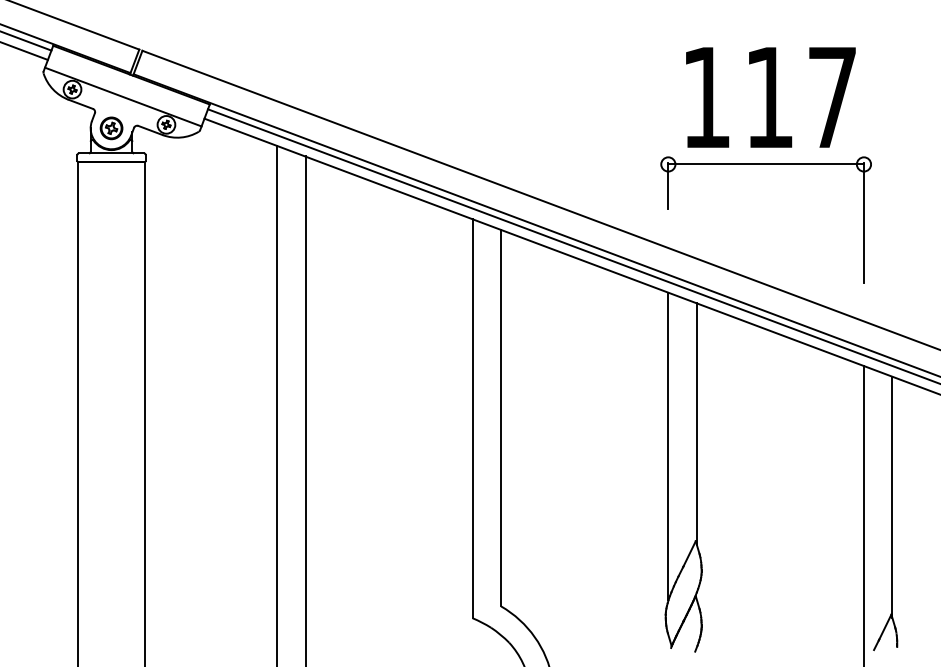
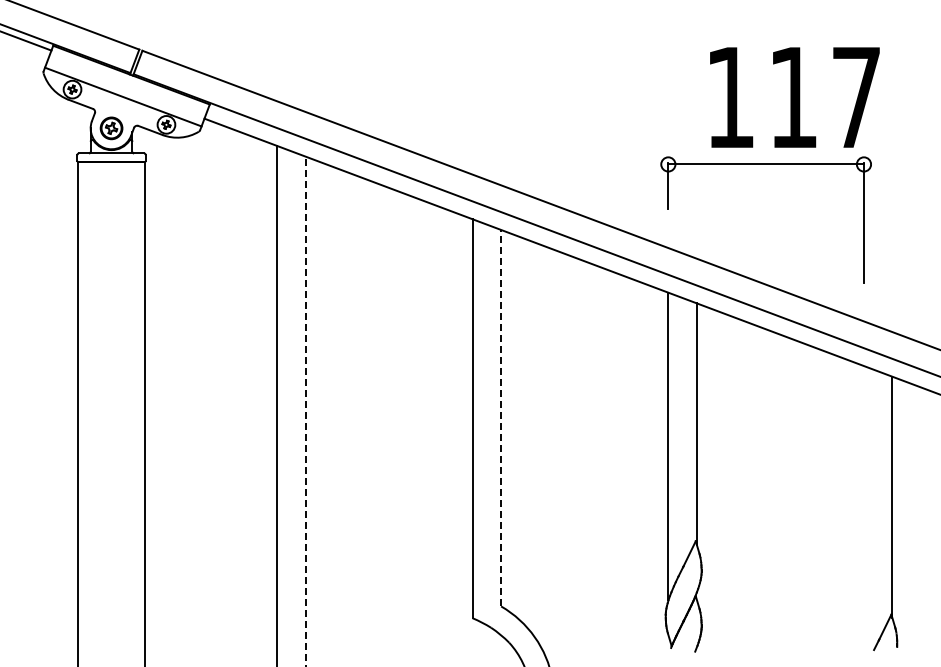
line at (24, 50): present -> none
text at (770, 97) position: (770, 97) -> (794, 97)
line at (572, 245): present -> none
line at (305, 411): solid -> dashed
line at (501, 417): solid -> dashed
line at (863, 514): present -> none
